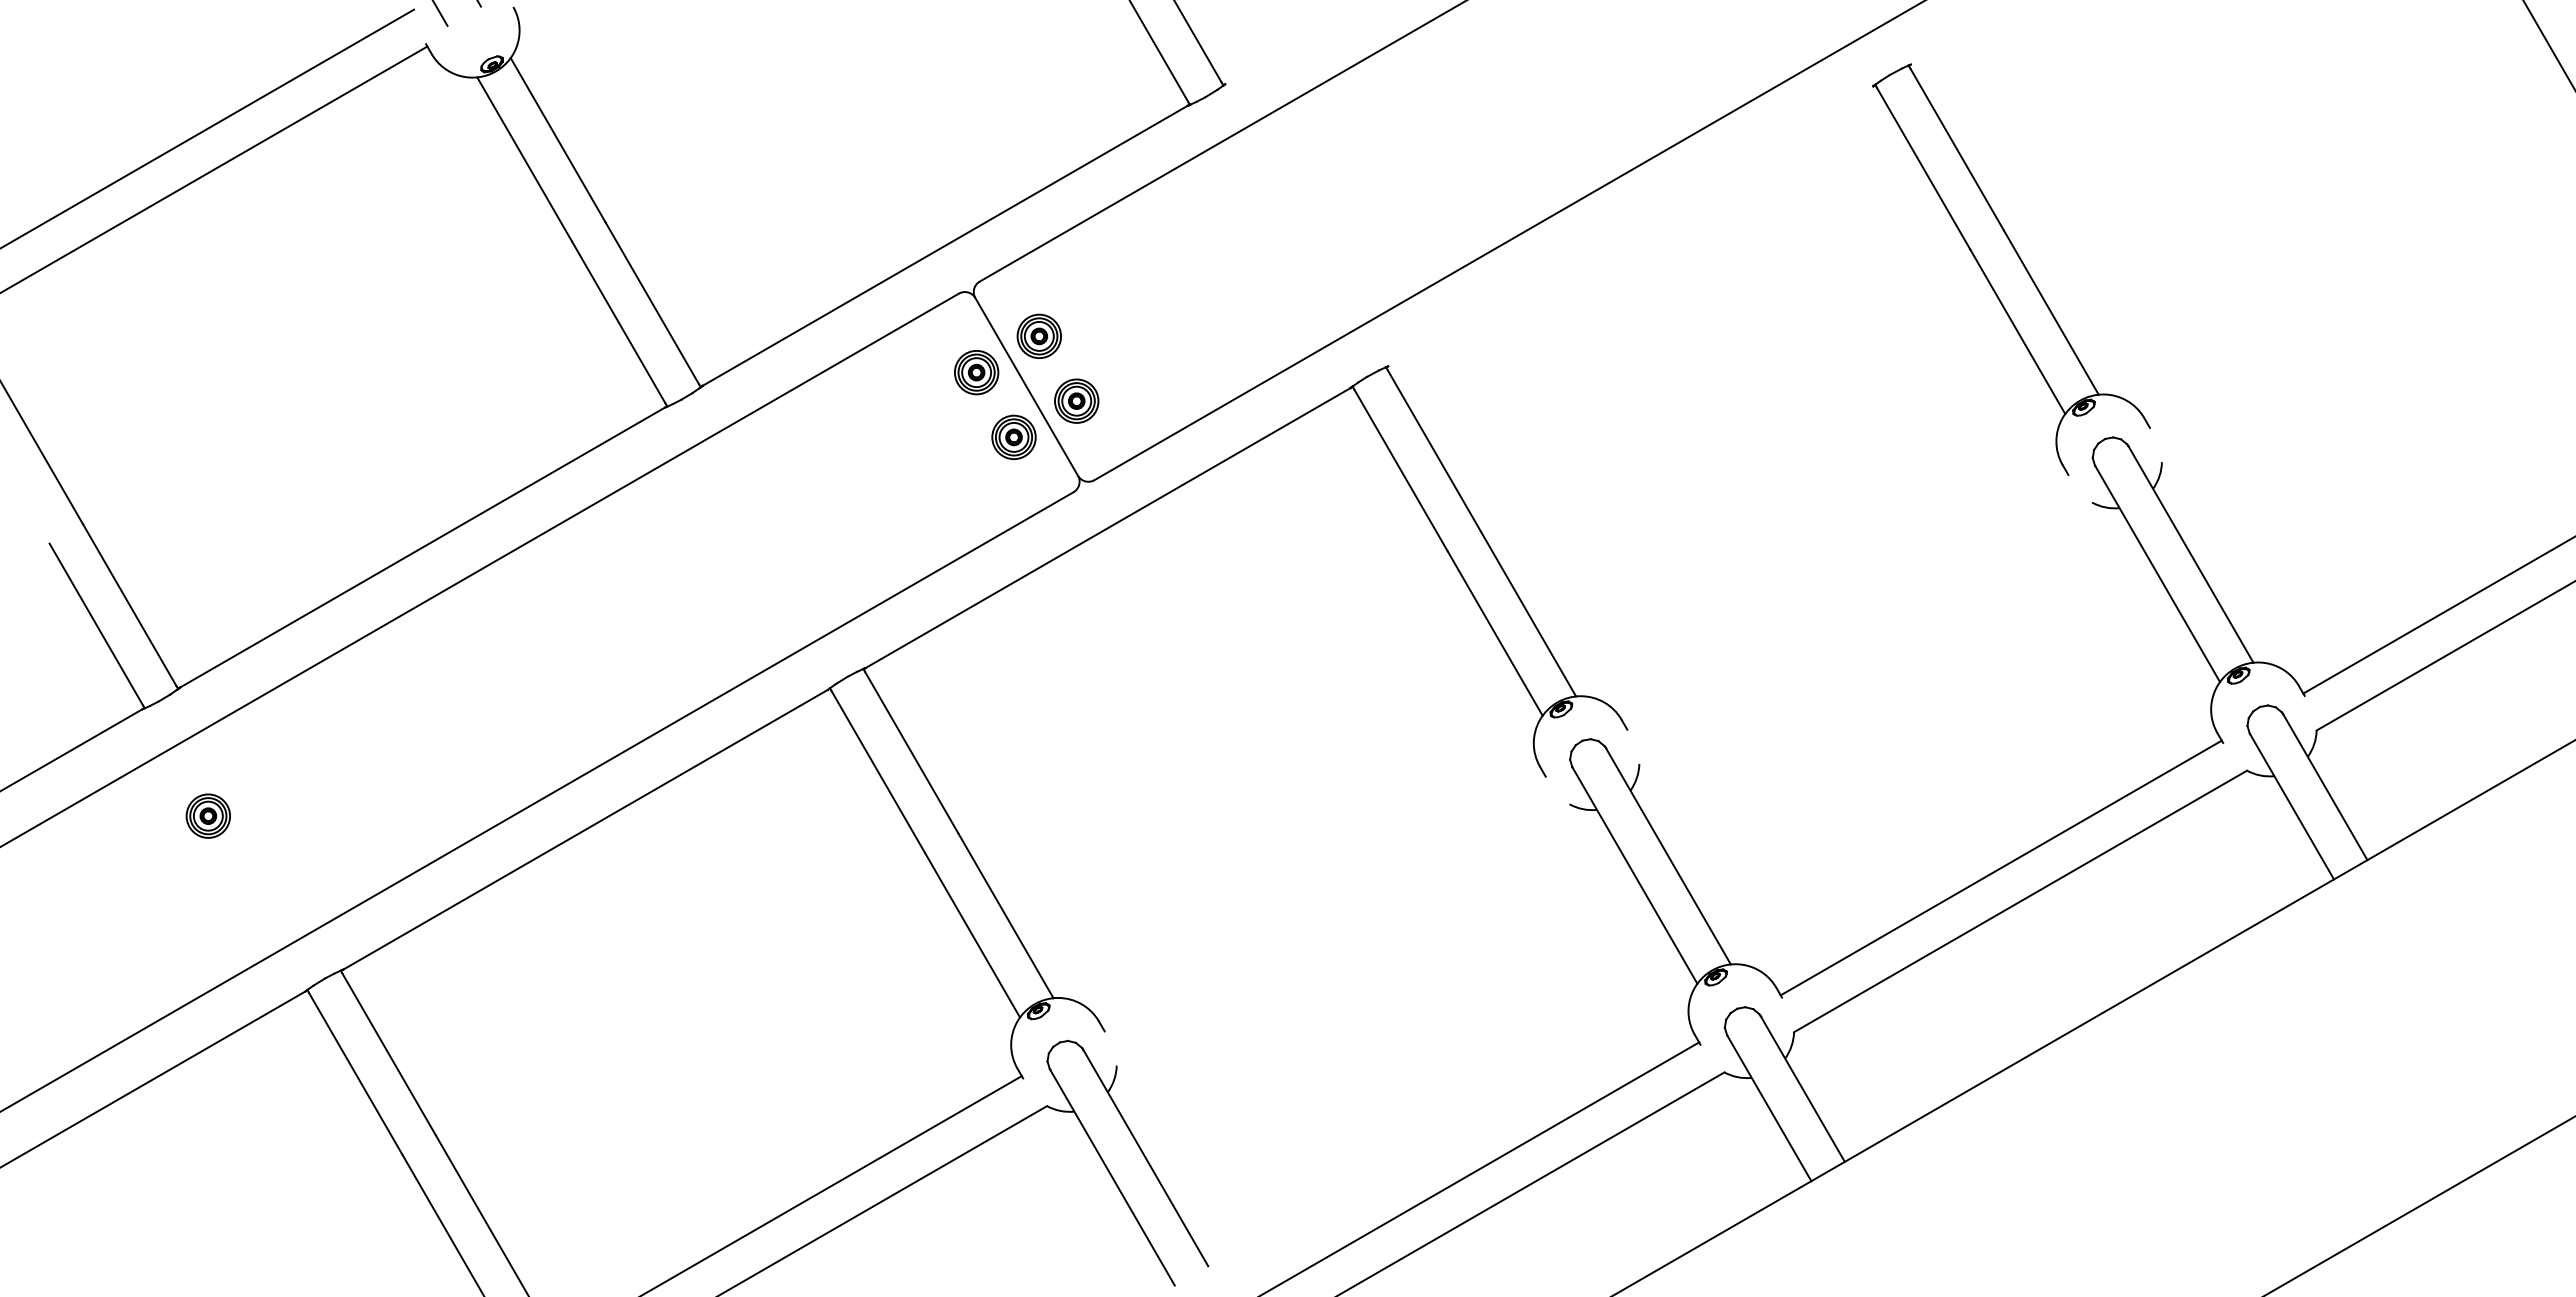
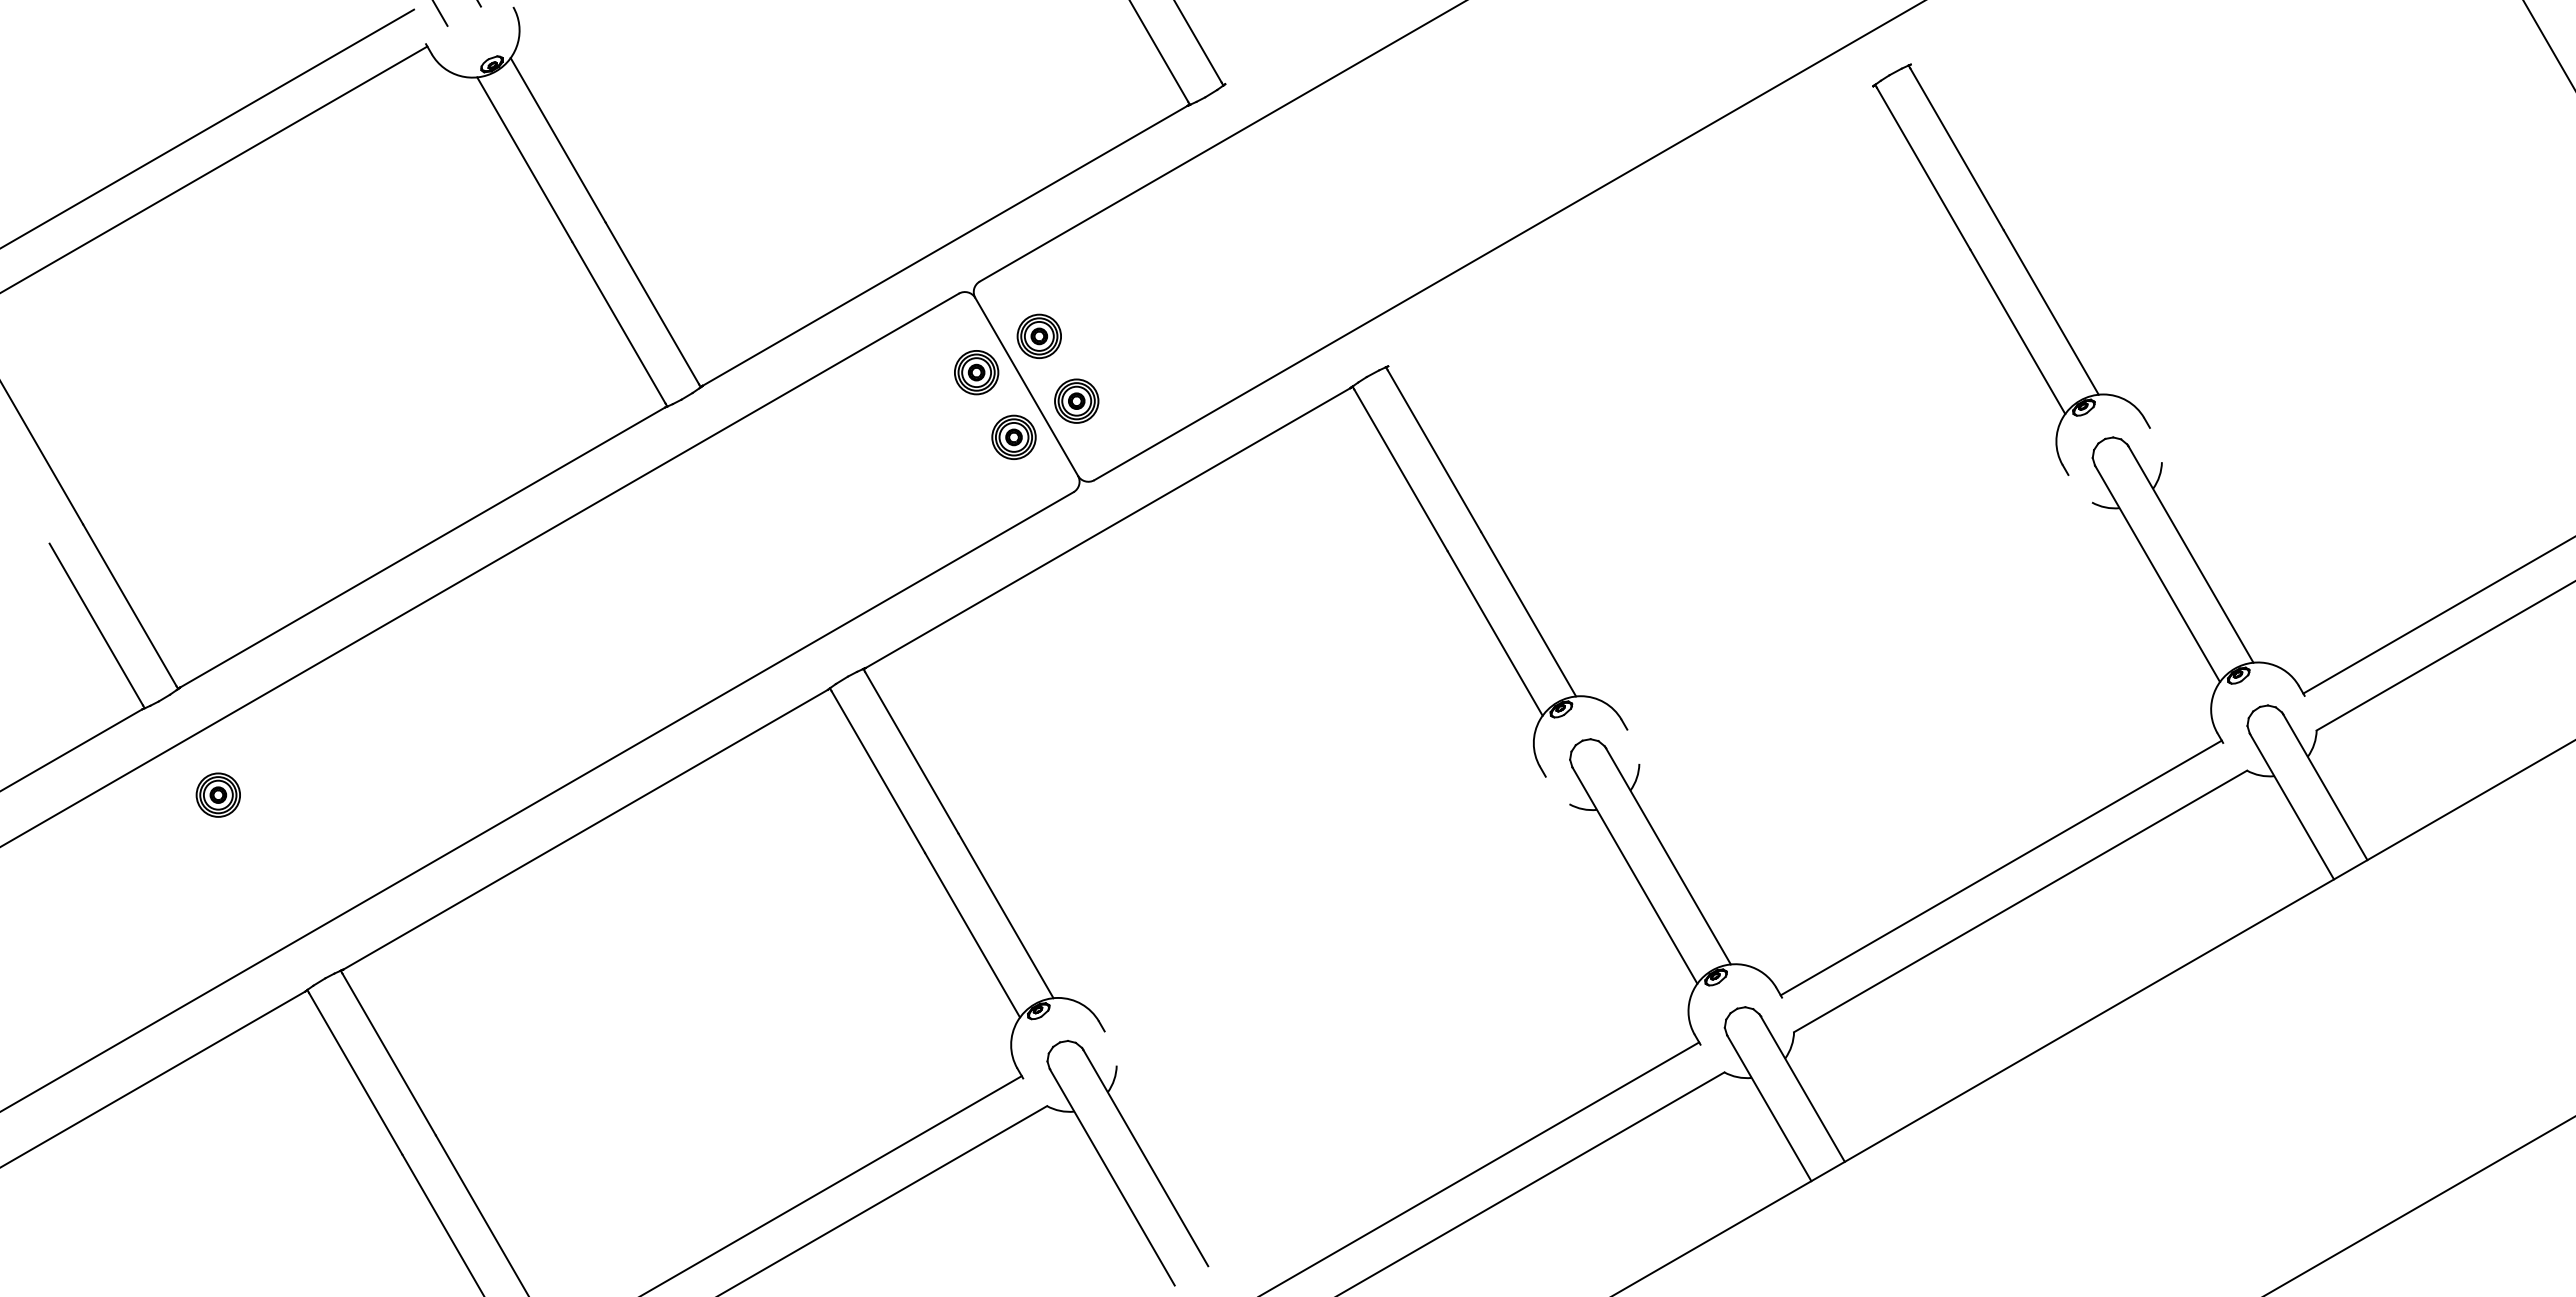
part at (207, 815) position: (207, 815) -> (217, 794)
